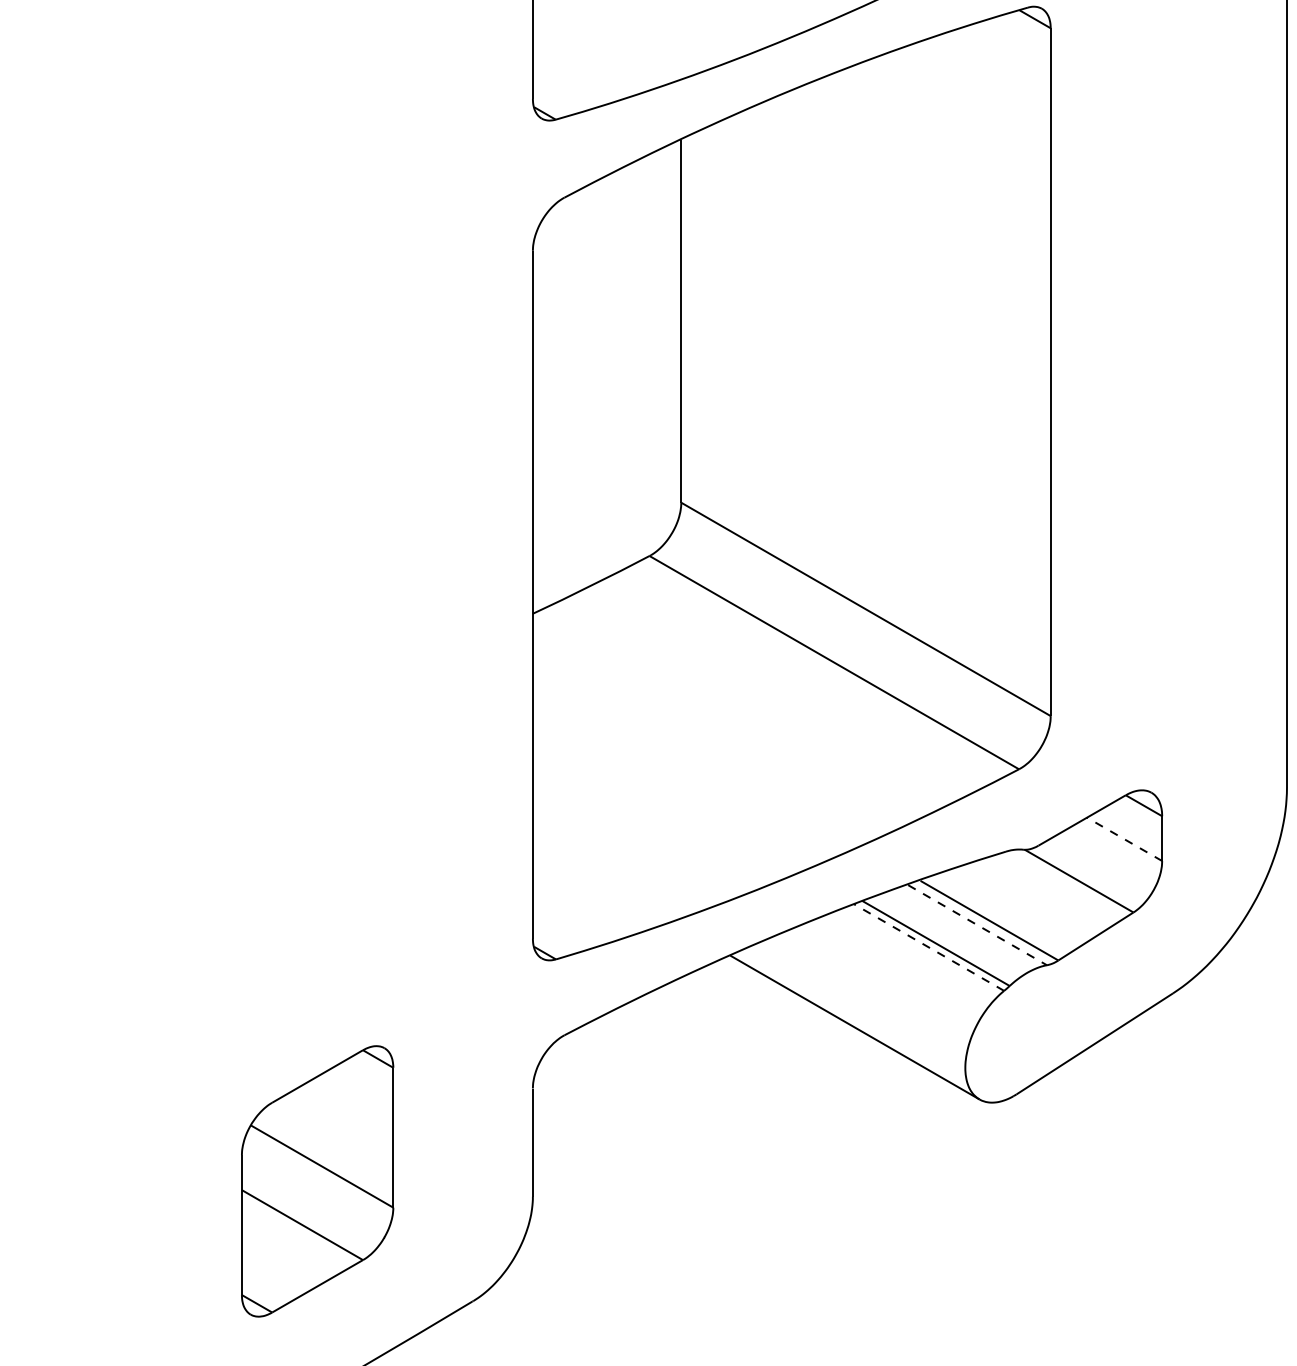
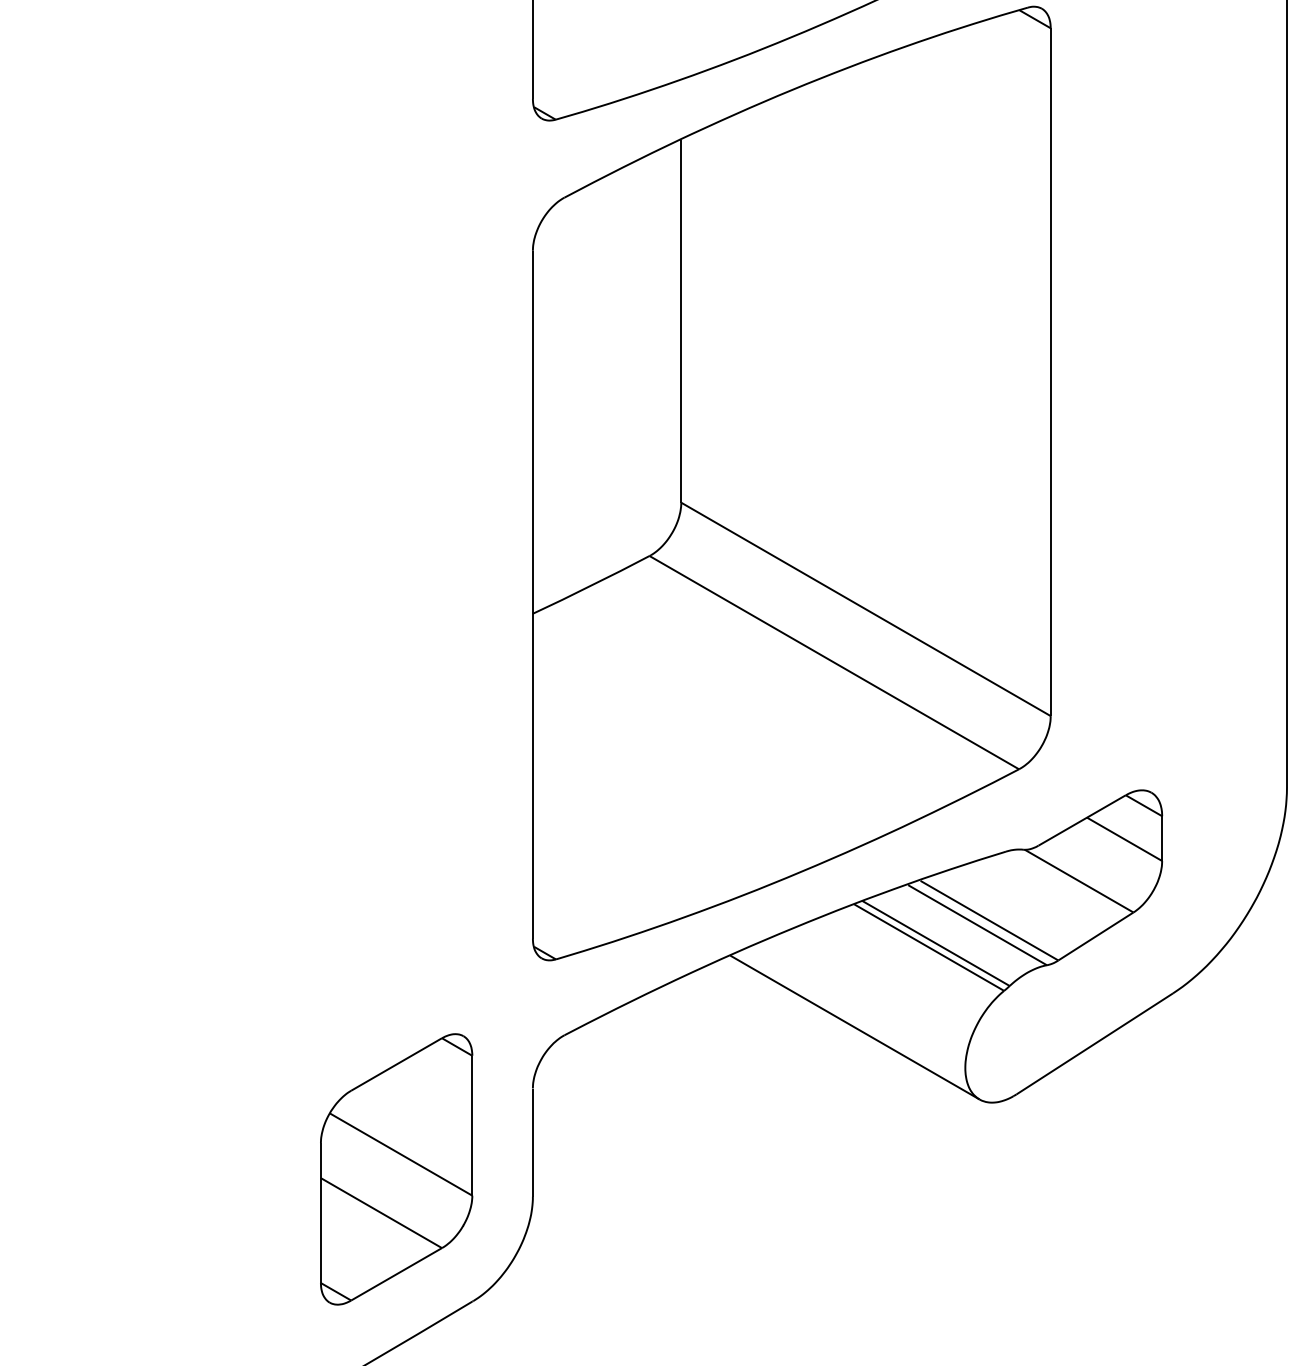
line at (1124, 839): dashed -> solid
line at (978, 925): dashed -> solid
line at (929, 947): dashed -> solid
part at (317, 1181) position: (317, 1181) -> (396, 1169)
